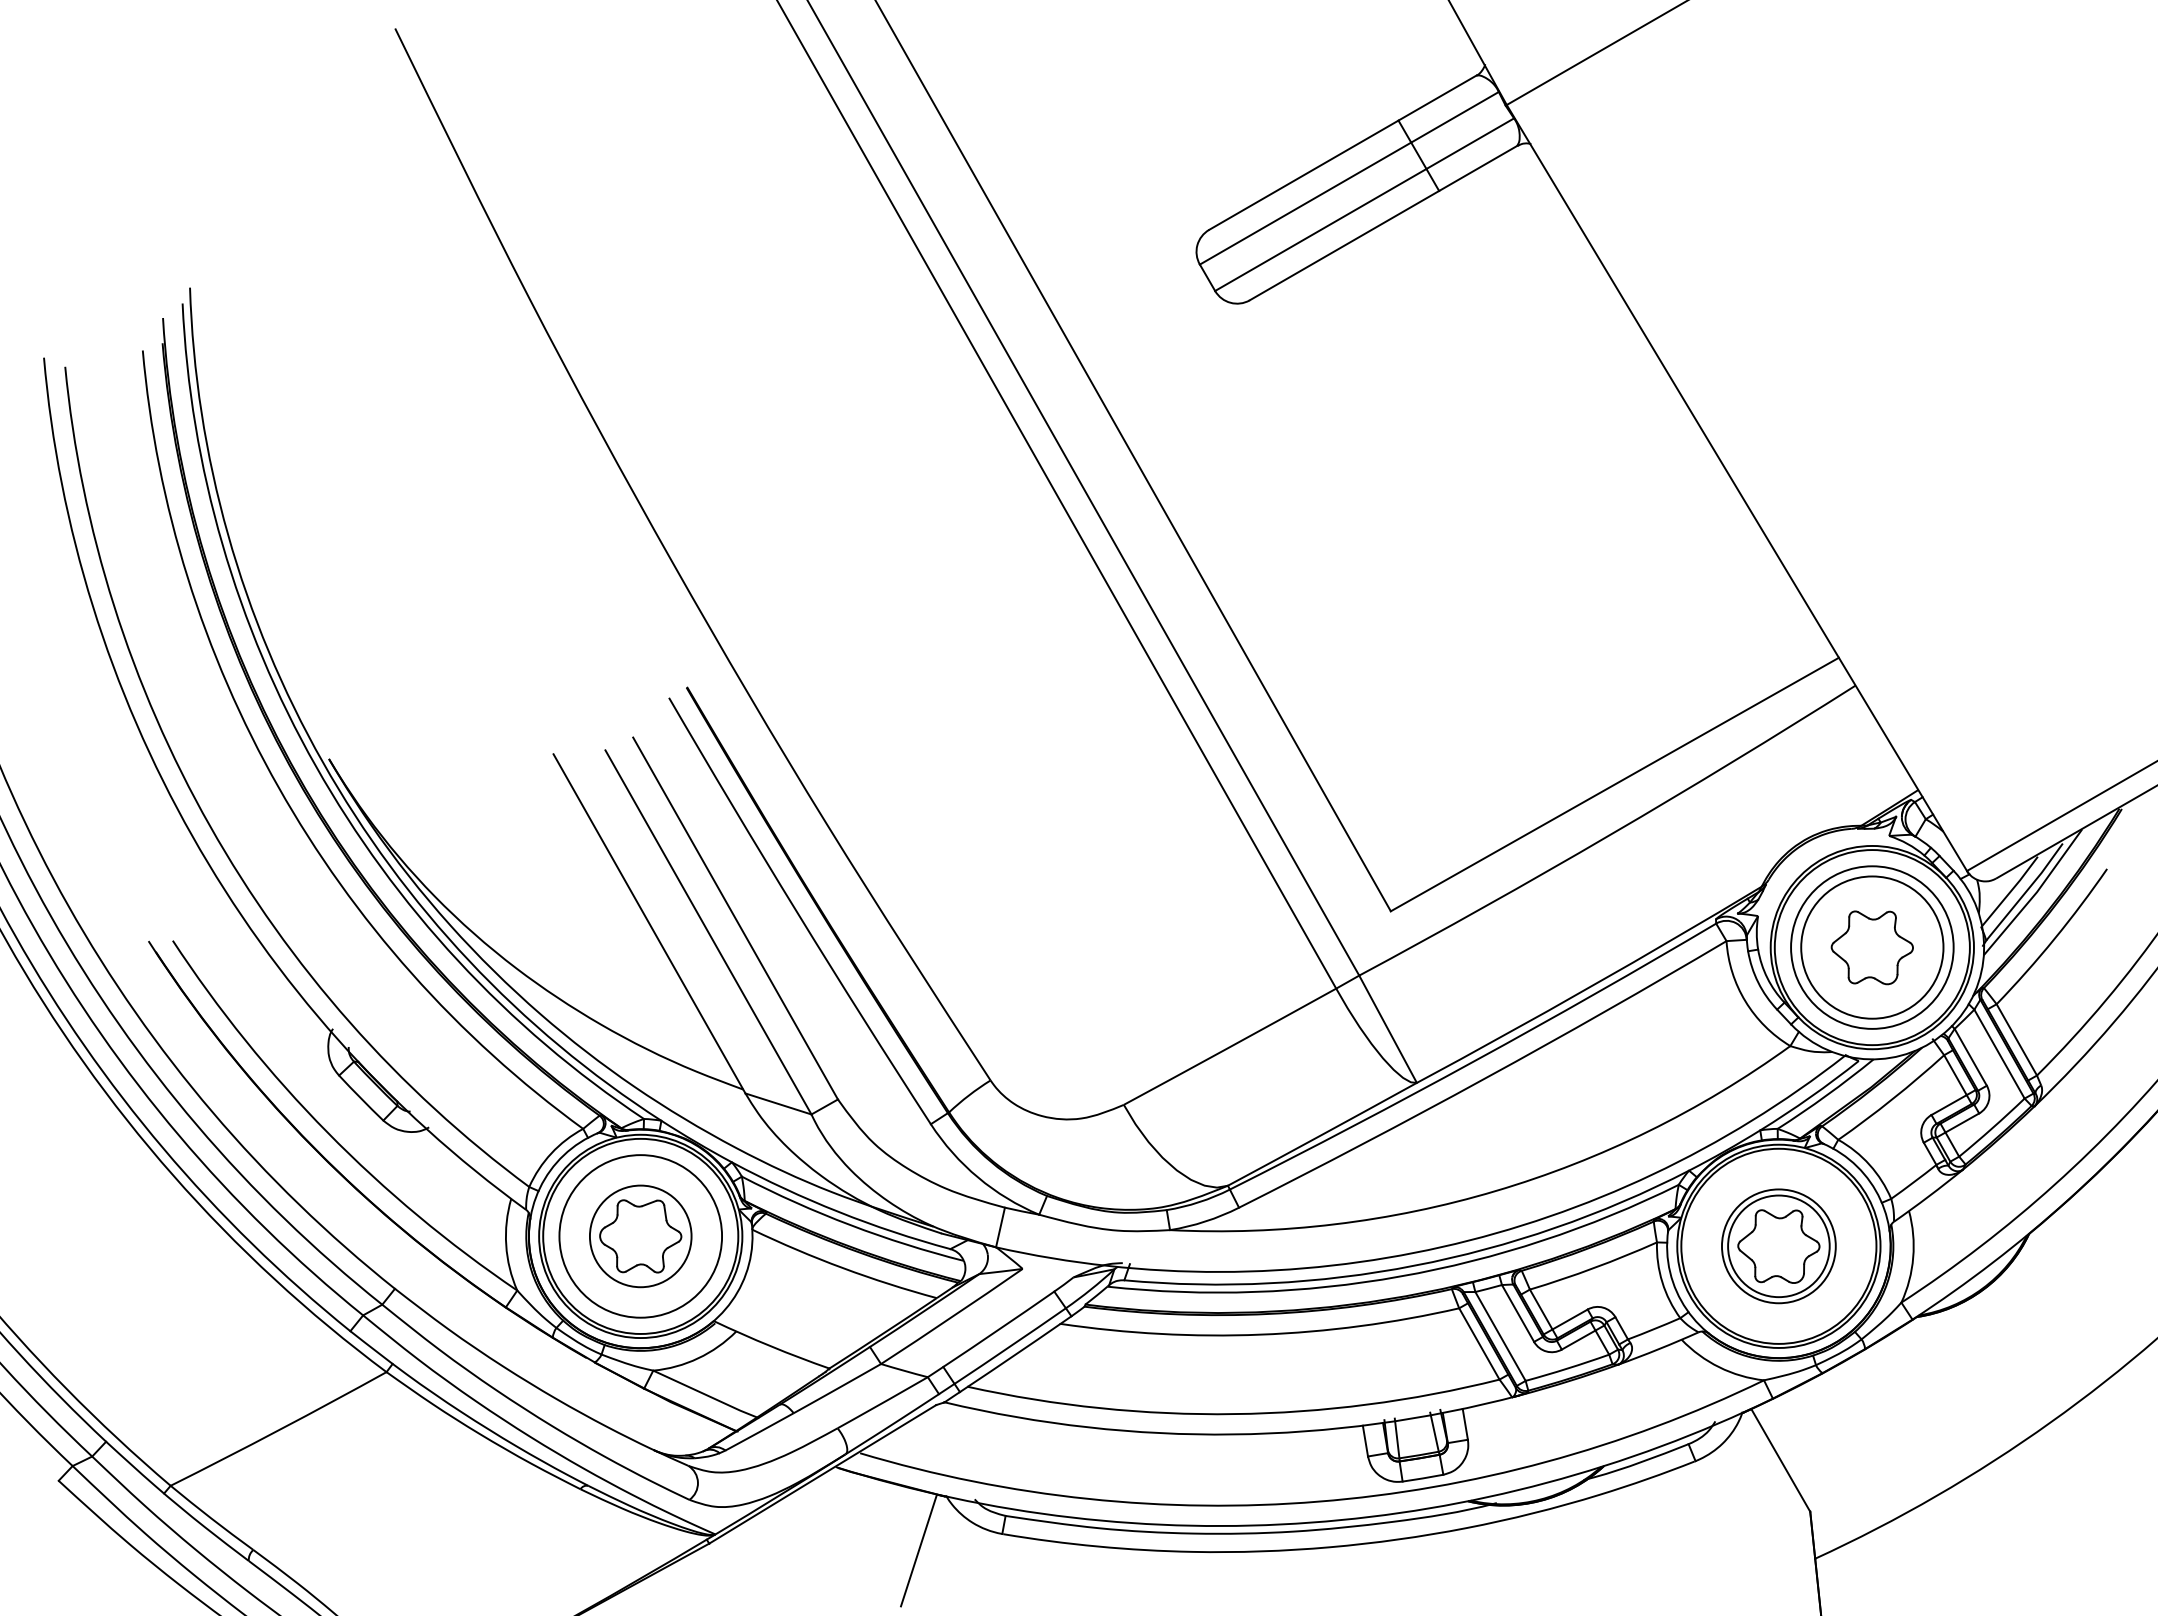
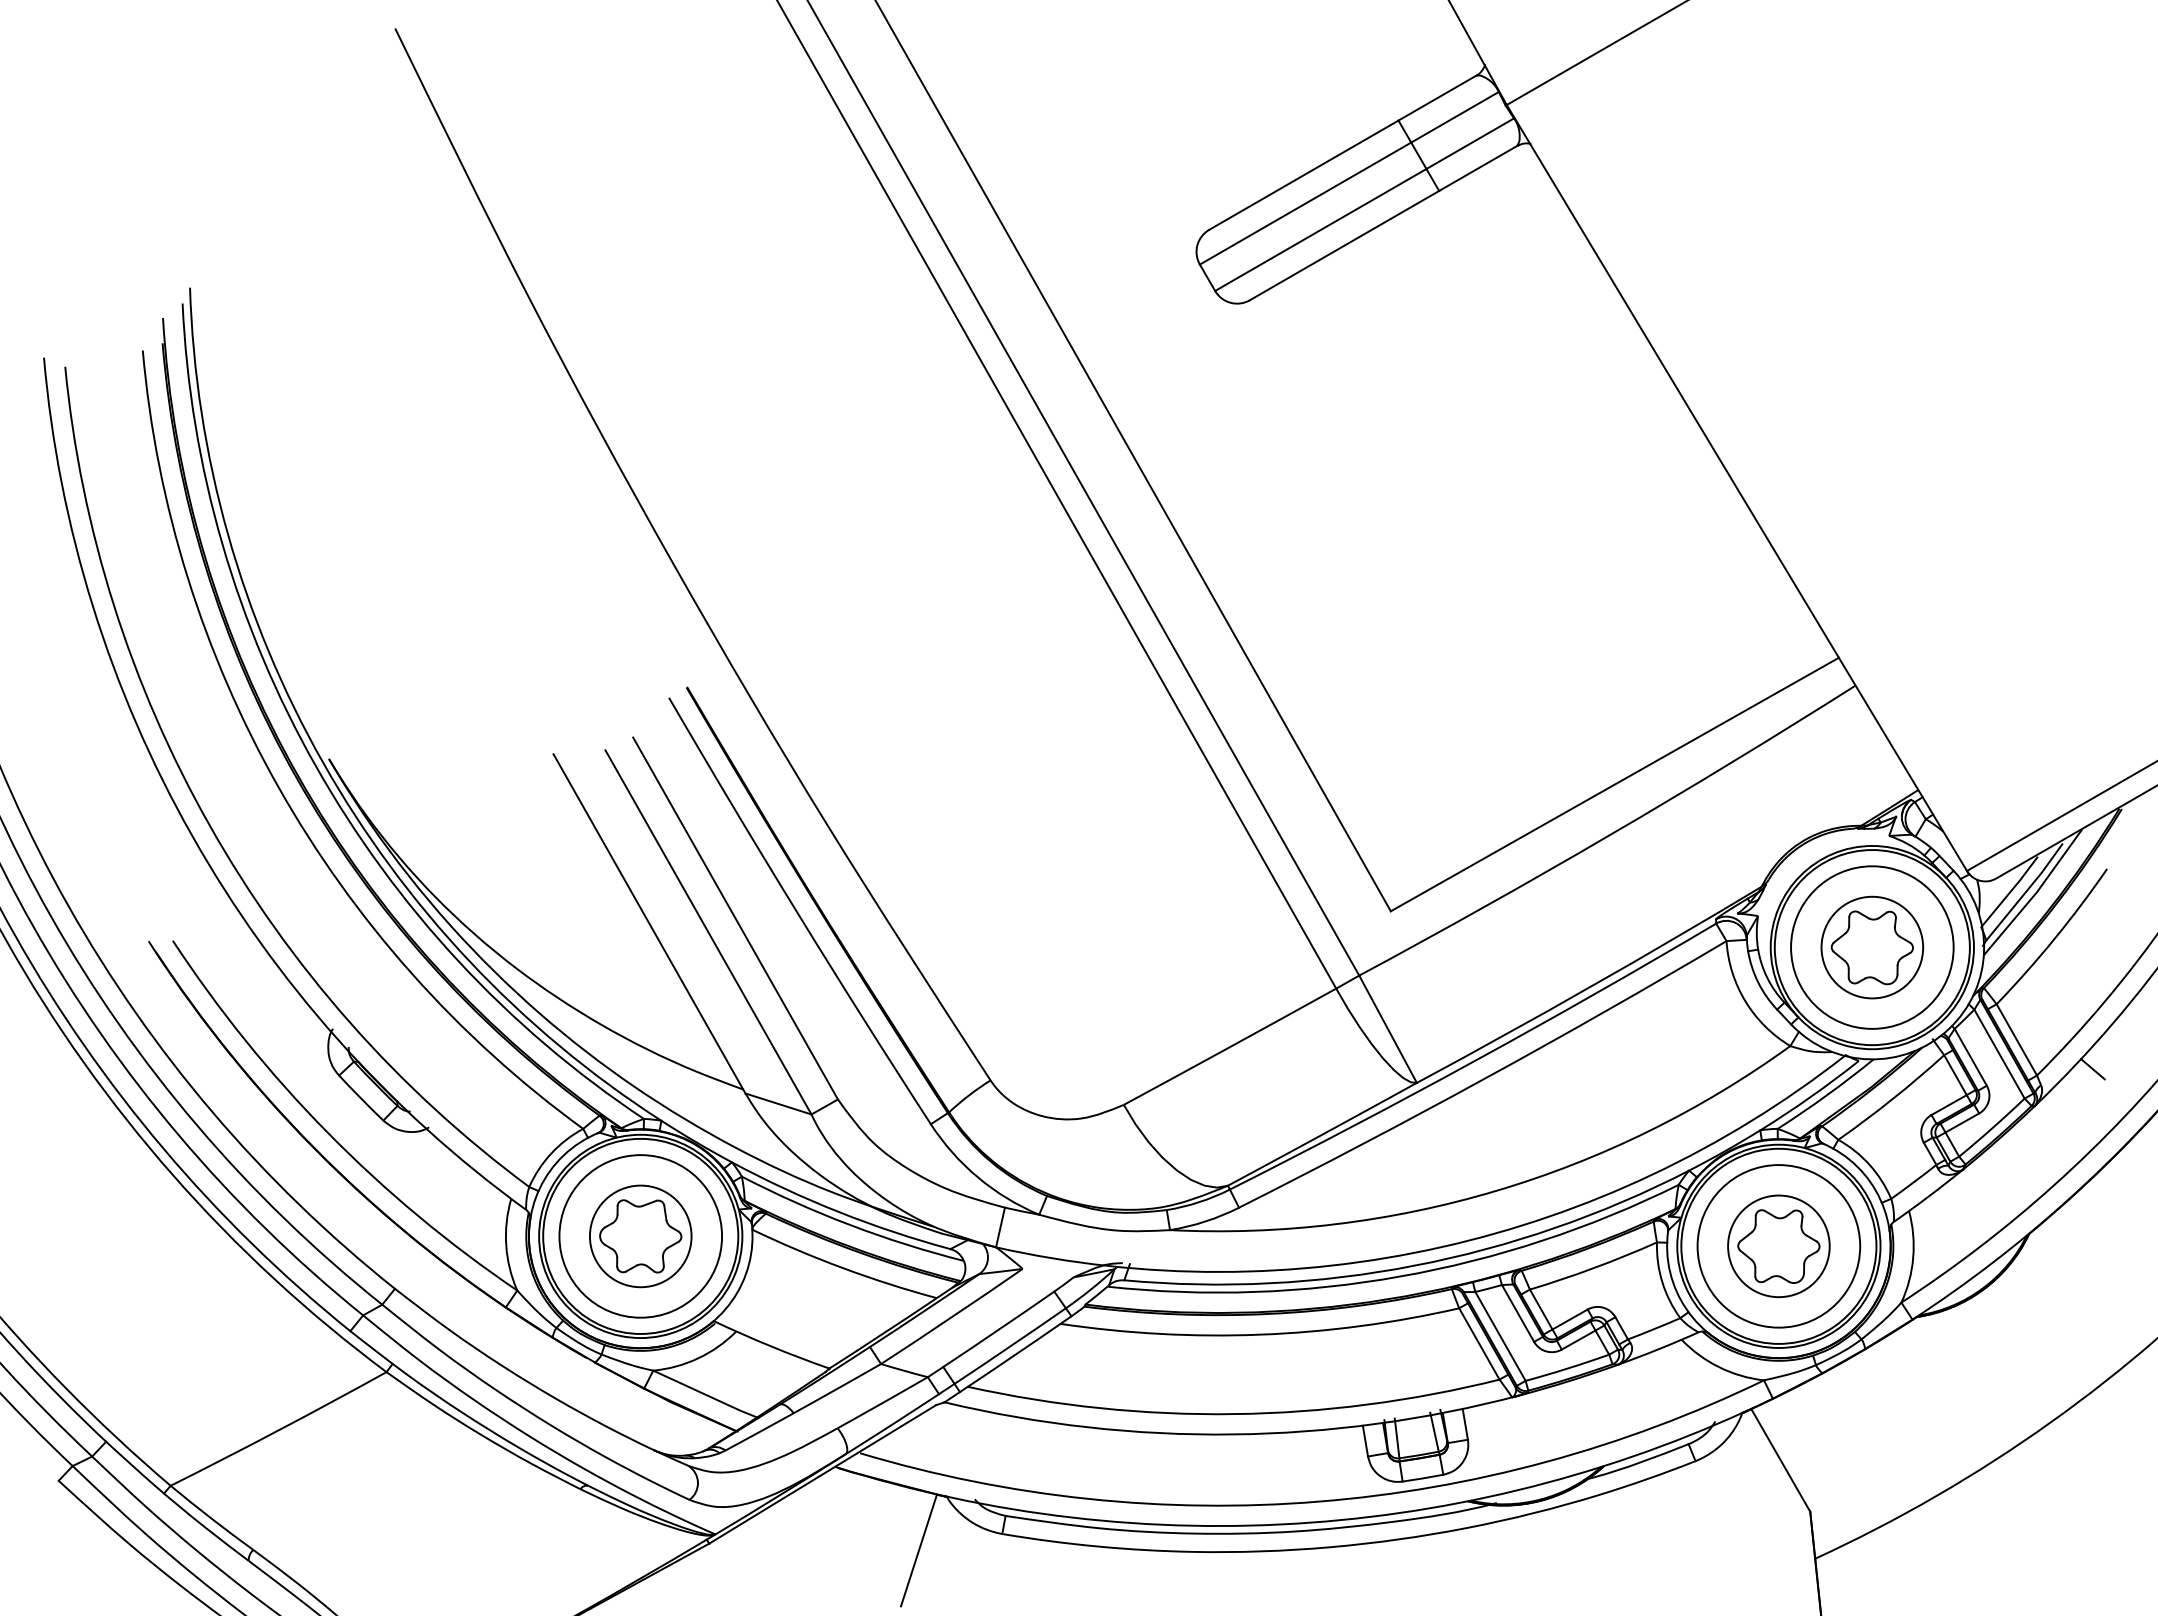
circle at (1872, 947) diameter: 142 px -> 102 px
line at (2092, 1069): none -> present
circle at (1778, 1246) diameter: 114 px -> 163 px
